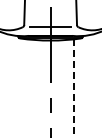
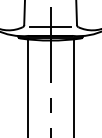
line at (27, 86): none -> present
line at (73, 89): dashed -> solid
